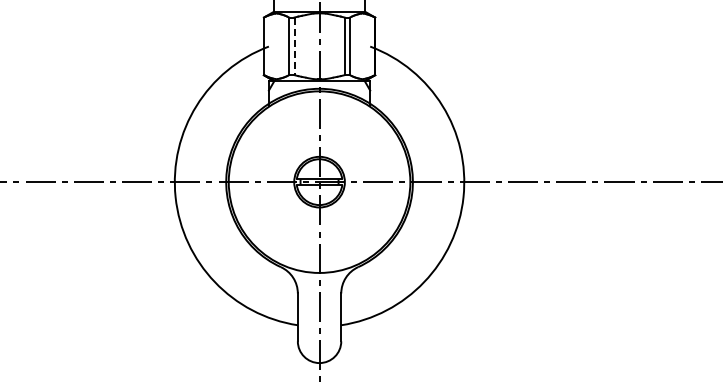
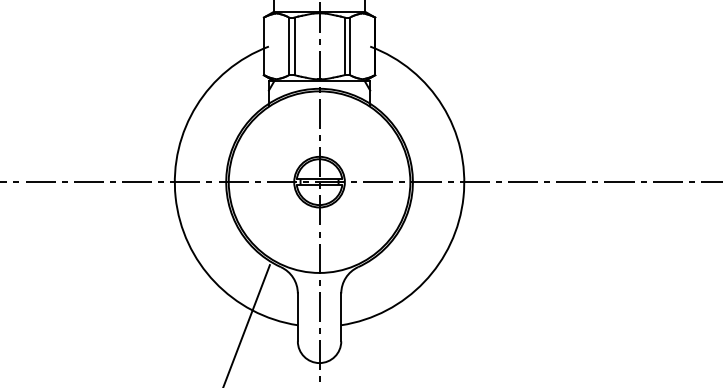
line at (294, 46): dashed -> solid
line at (246, 324): none -> present
